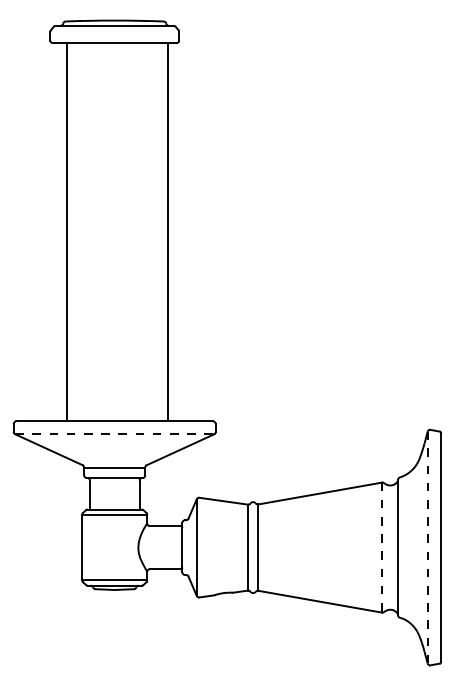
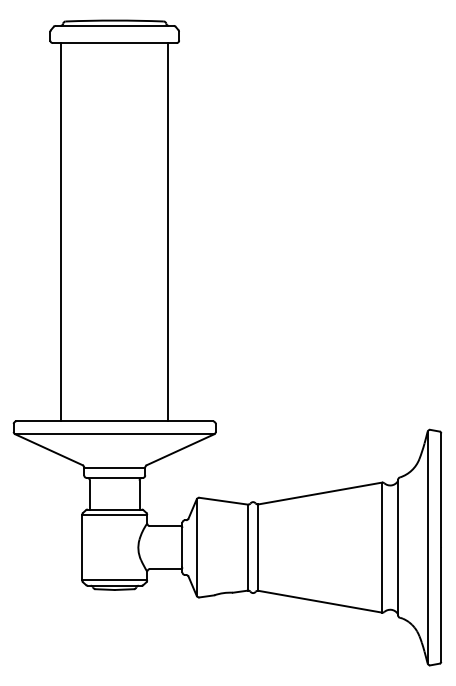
line at (67, 232) position: (67, 232) -> (61, 232)
line at (114, 434): dashed -> solid
line at (427, 547): dashed -> solid
line at (382, 548): dashed -> solid
